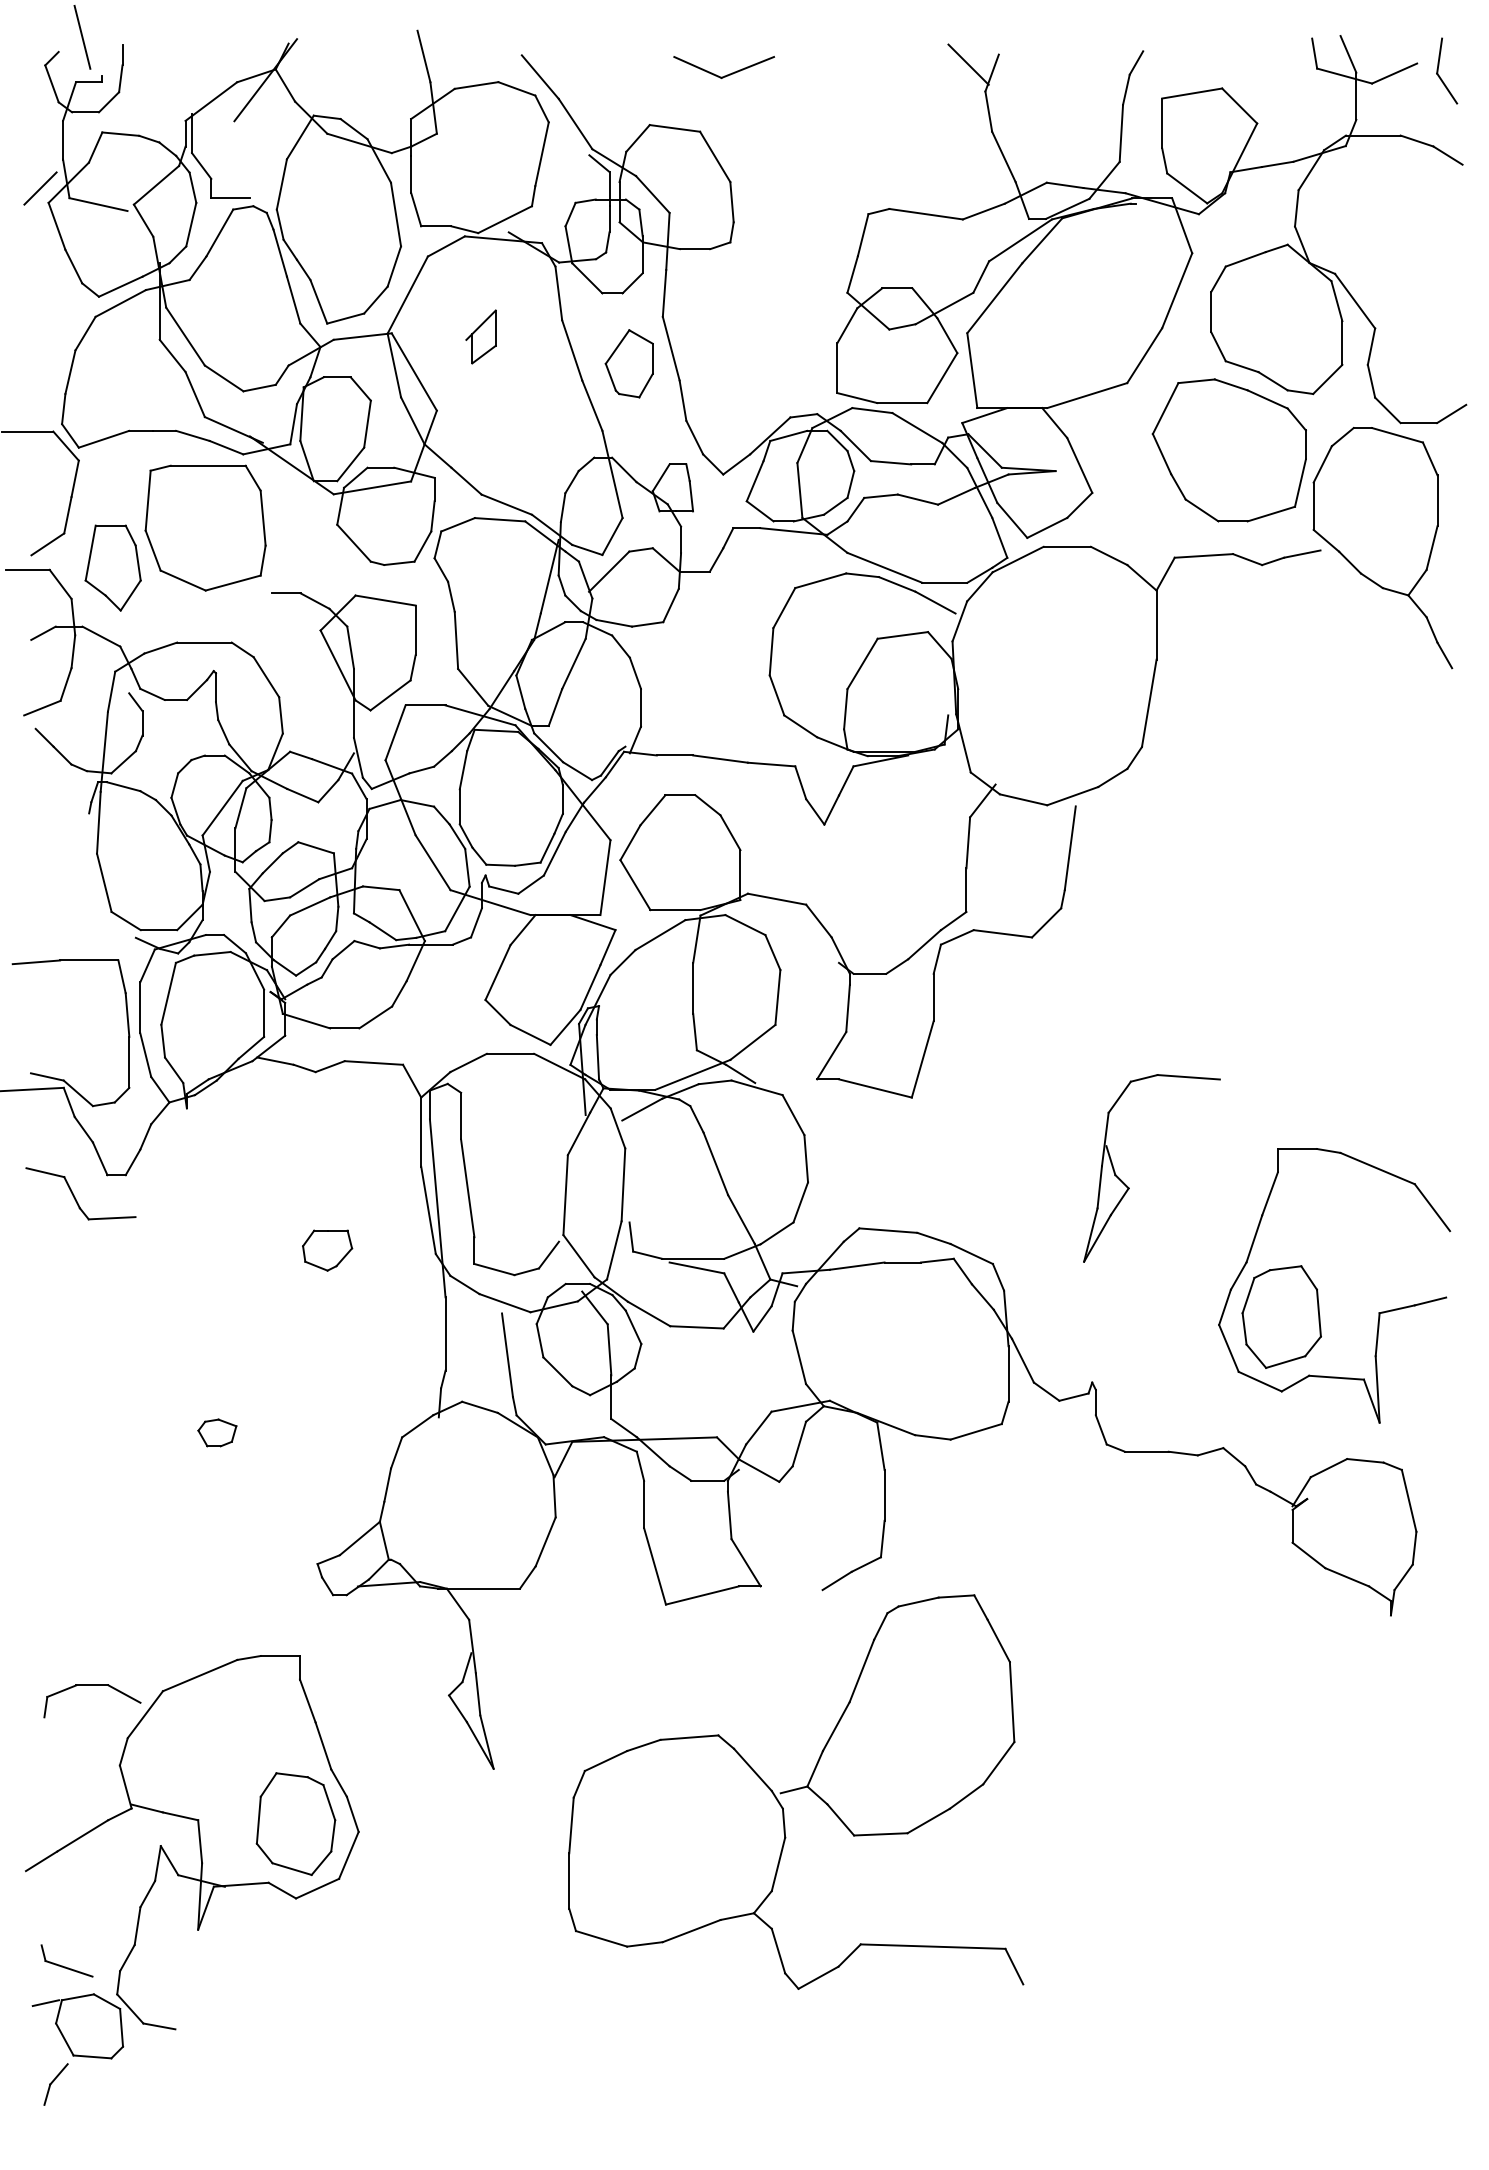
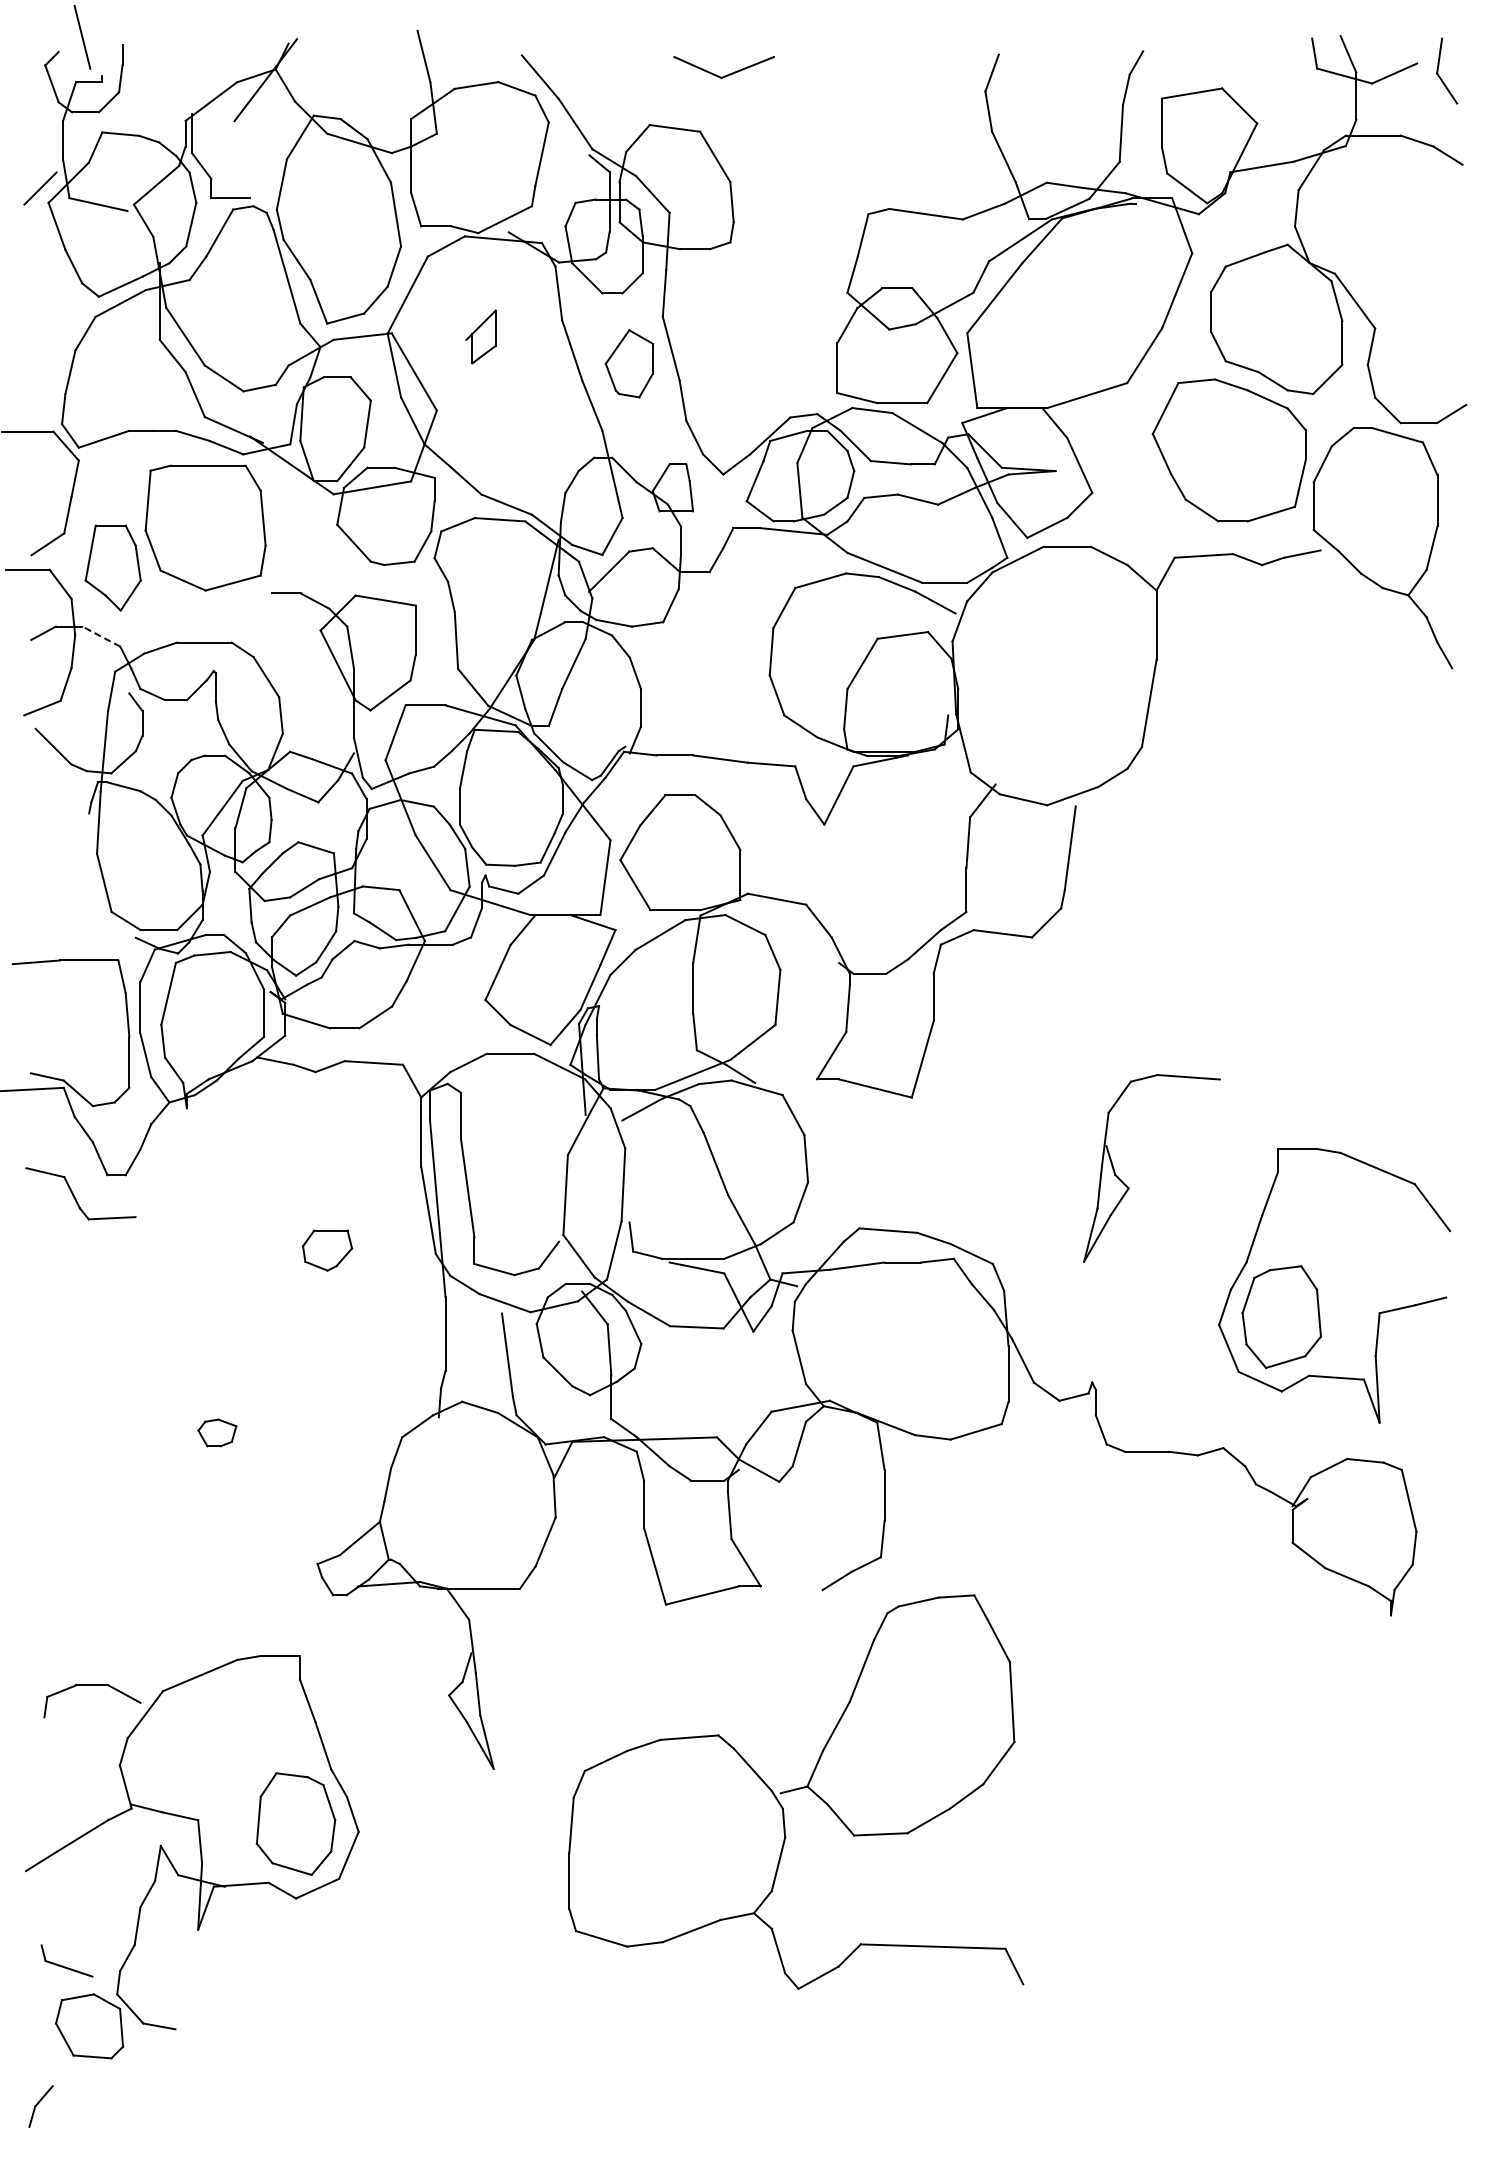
line at (968, 64): present -> none
line at (100, 636): solid -> dashed
line at (45, 2003): present -> none
part at (55, 2084) position: (55, 2084) -> (40, 2106)
